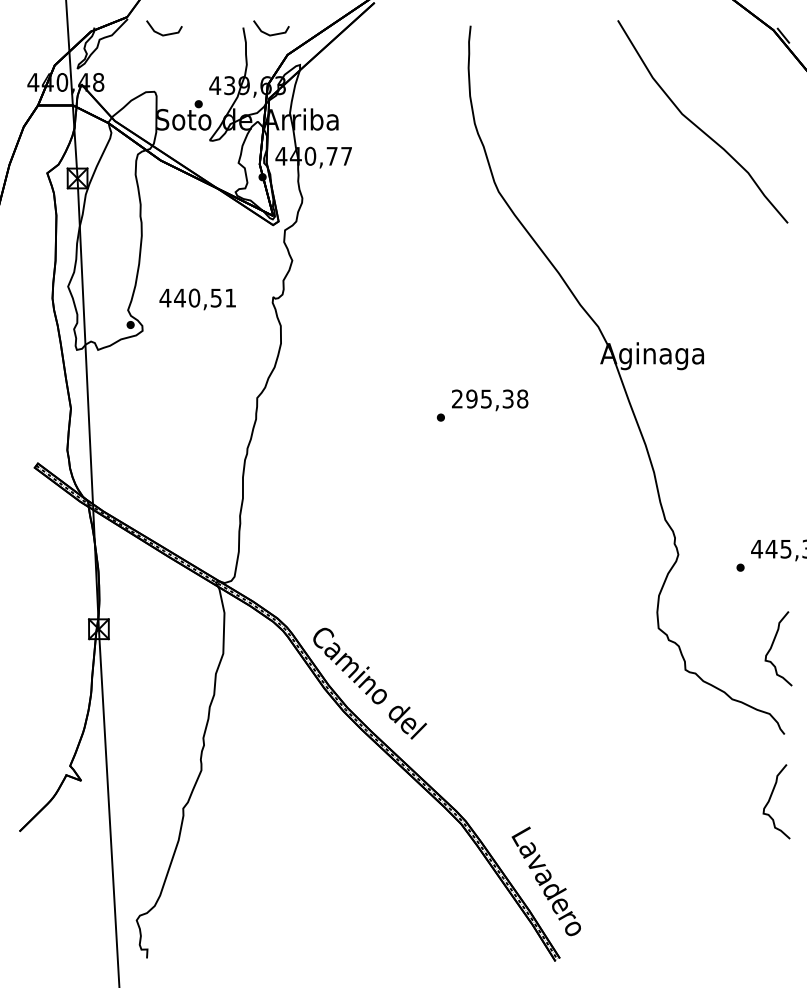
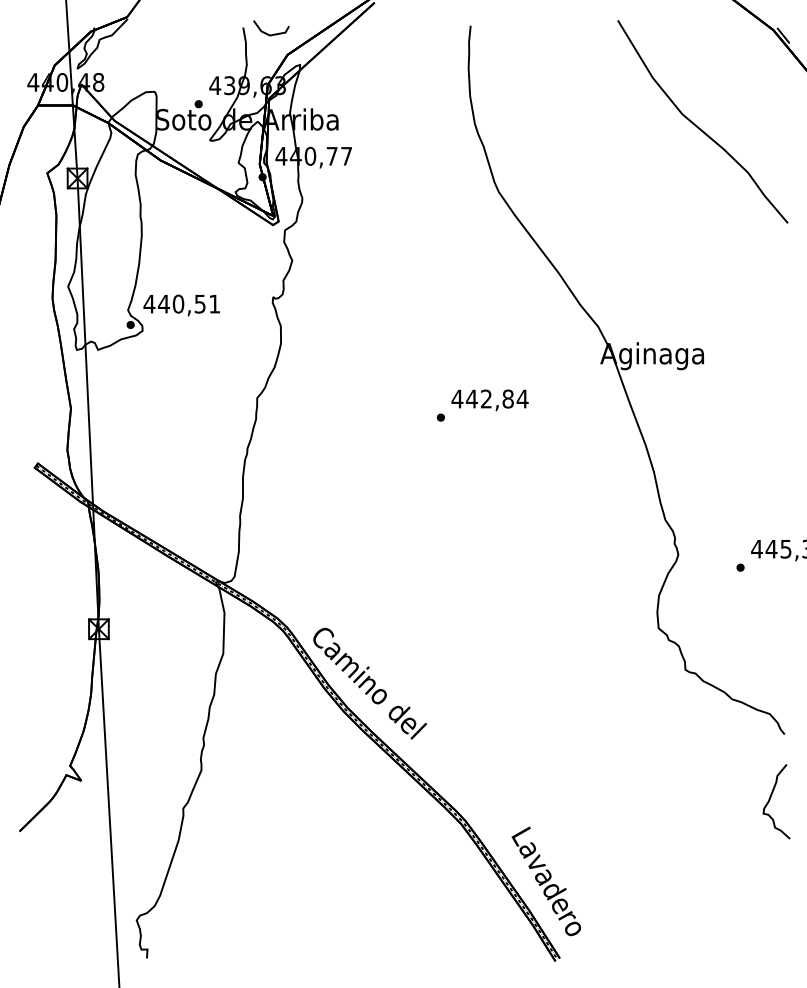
line at (161, 33): present -> none
text at (197, 299) position: (197, 299) -> (181, 305)
text at (489, 398): 295,38 -> 442,84
curve at (772, 647): present -> none
